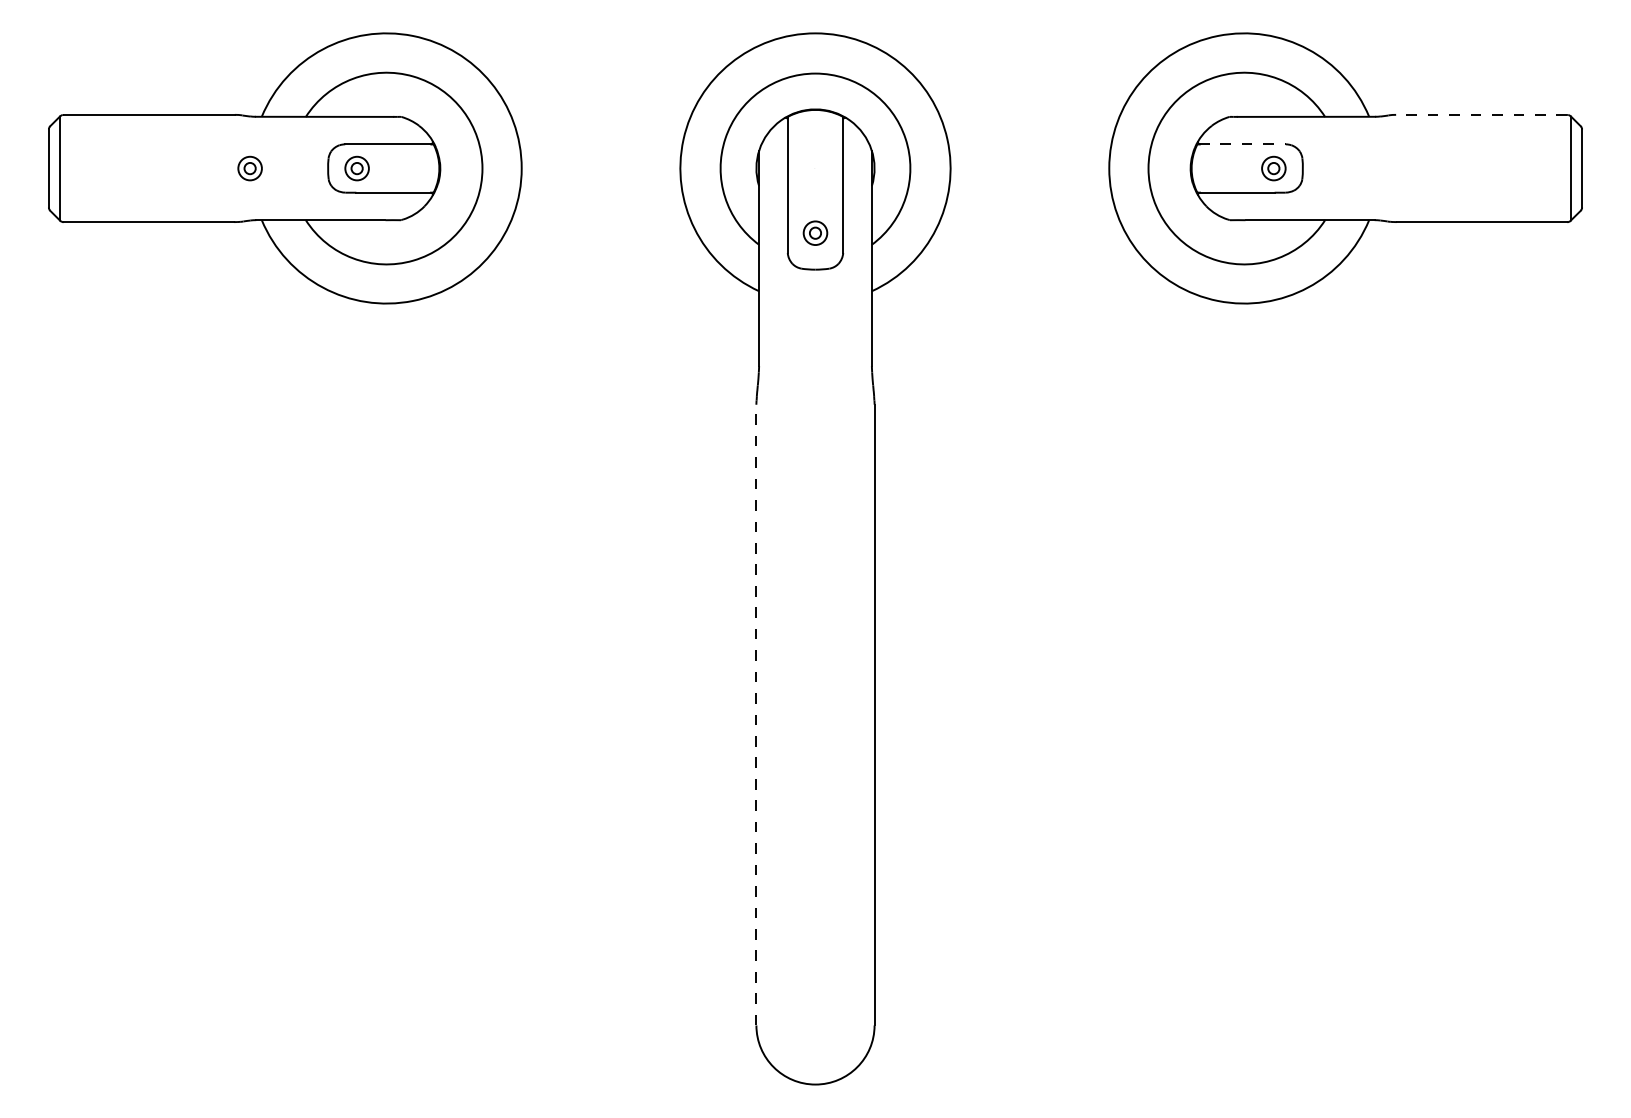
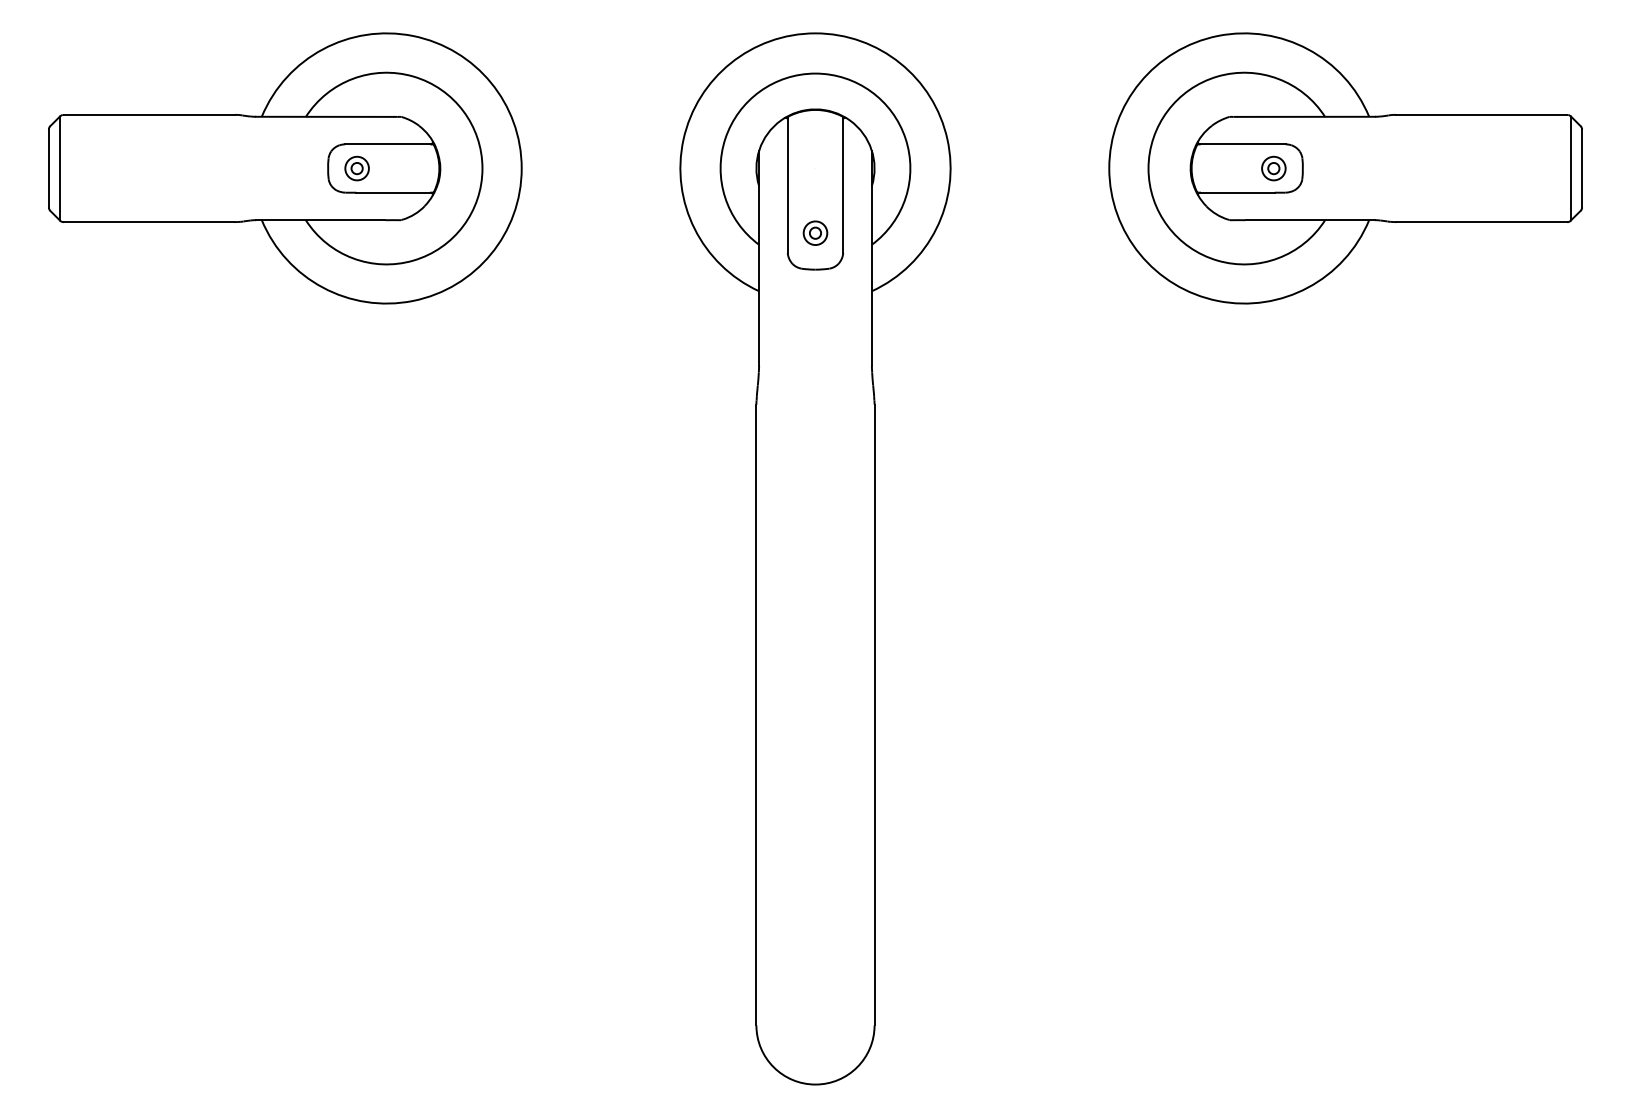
line at (1481, 114): dashed -> solid
line at (1242, 144): dashed -> solid
part at (249, 168): present -> none
line at (756, 714): dashed -> solid
